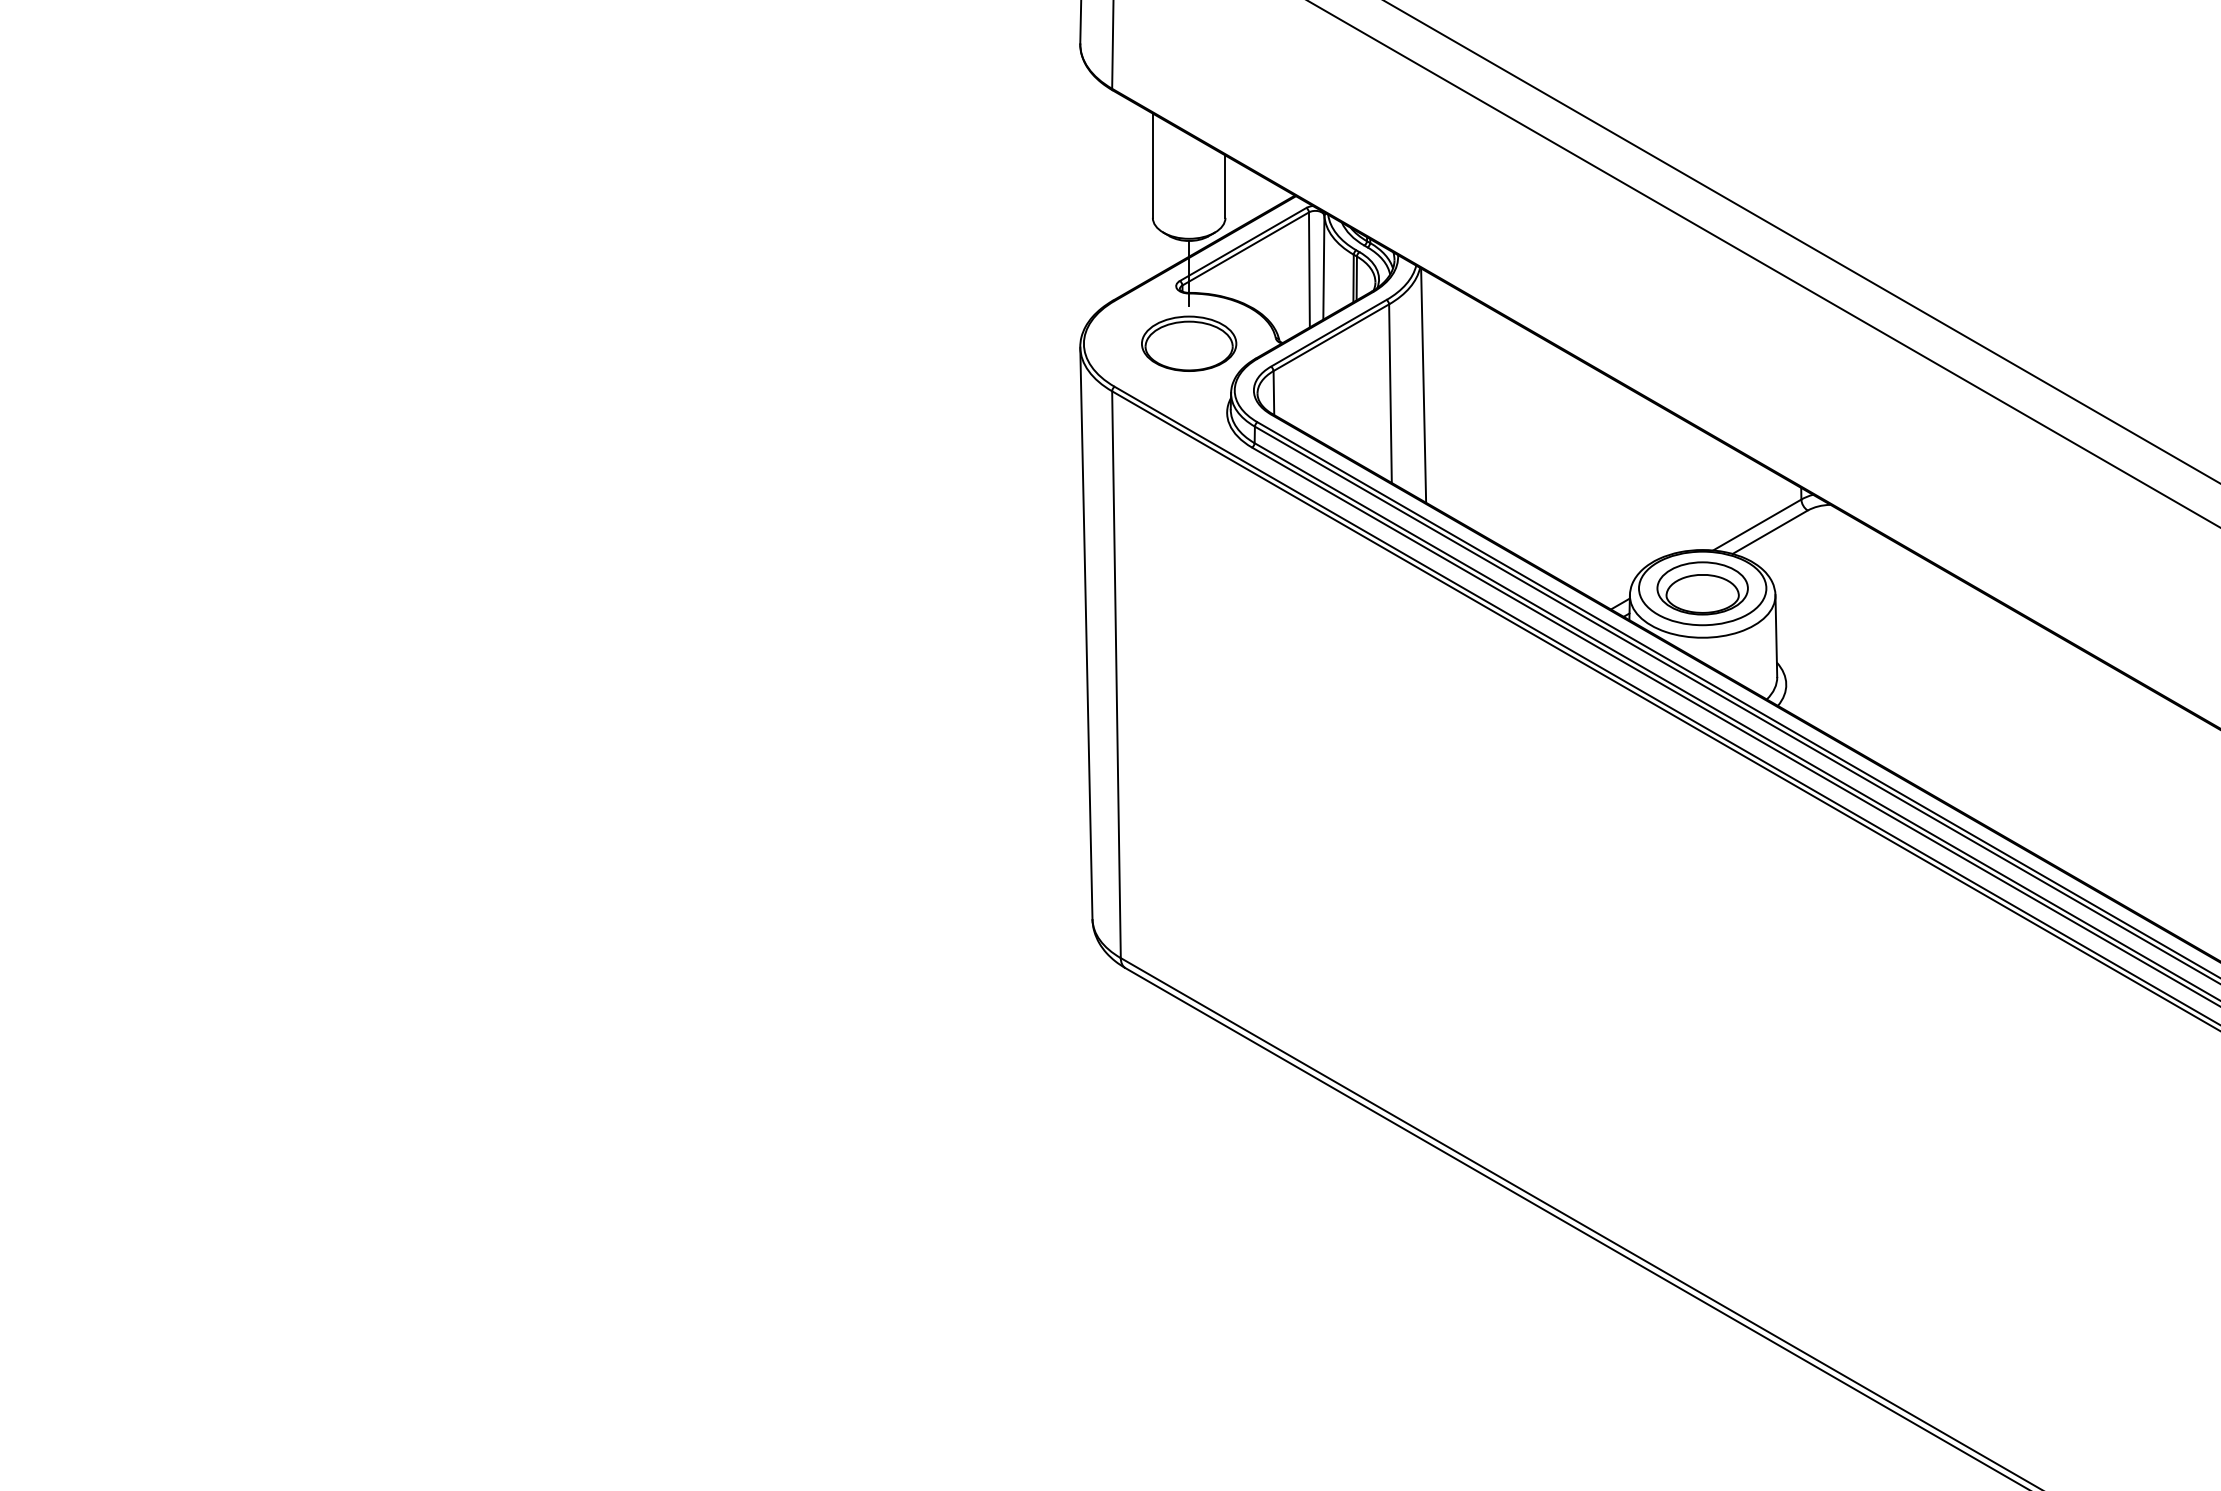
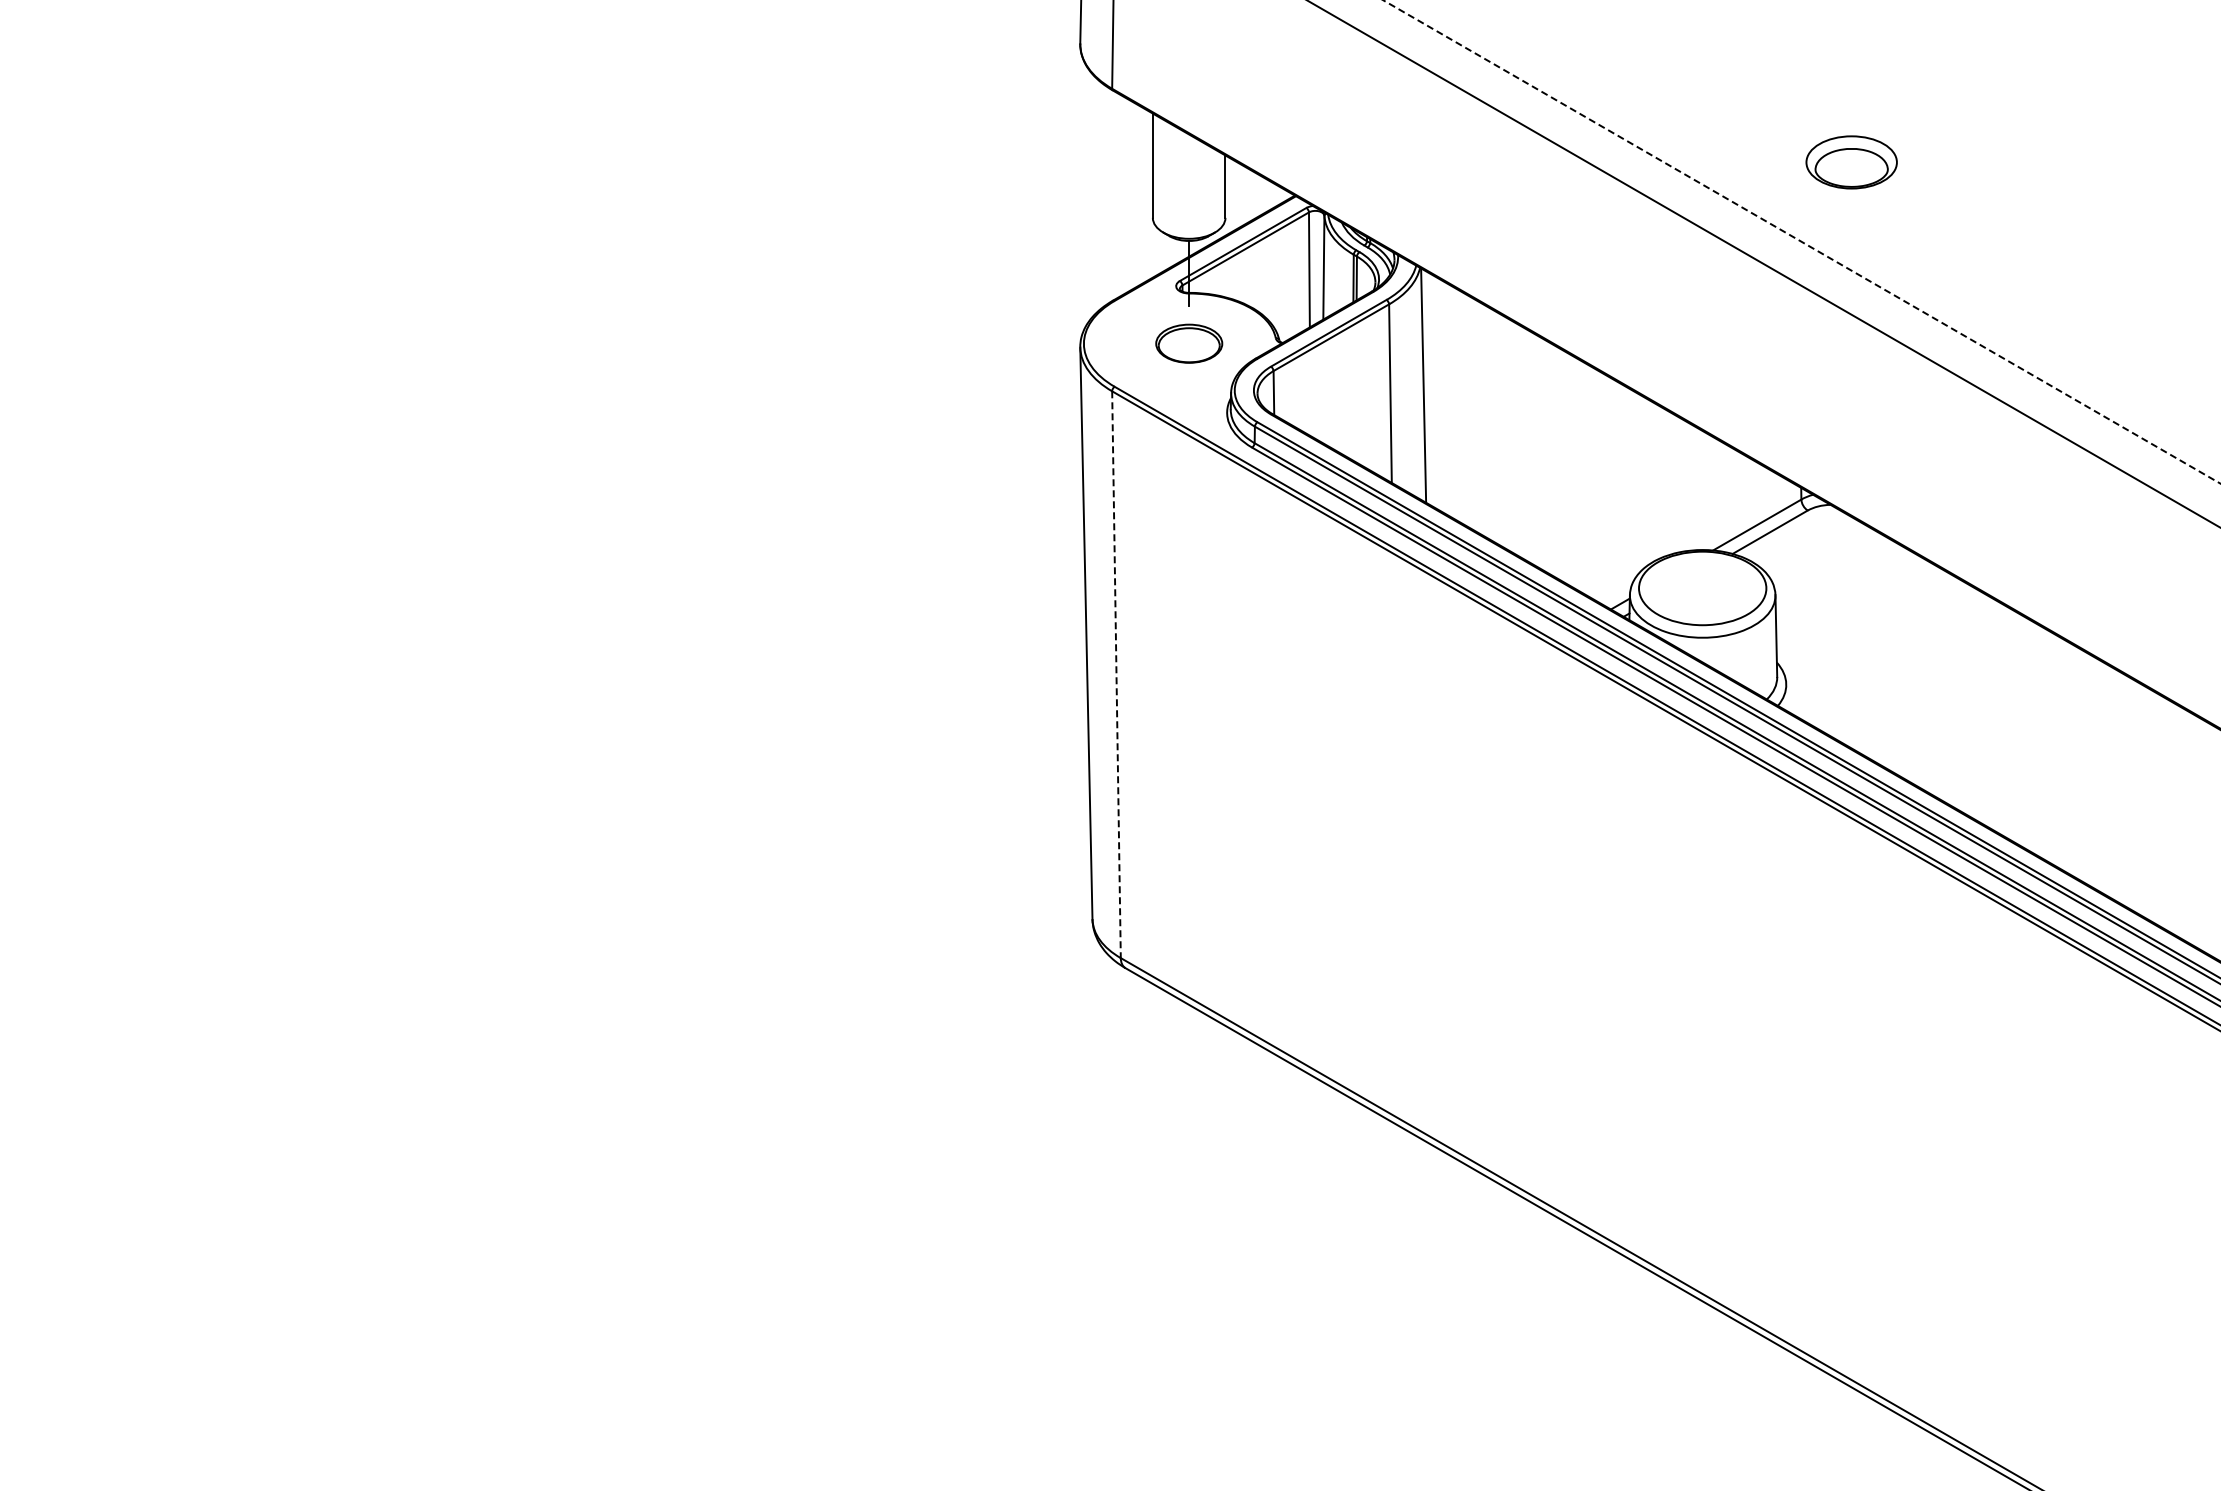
line at (1801, 241): solid -> dashed
part at (1189, 343) size: 97x57 px -> 69x41 px
part at (1702, 588) position: (1702, 588) -> (1851, 162)
line at (1116, 675): solid -> dashed
